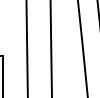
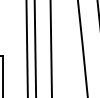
line at (35, 48): none -> present
